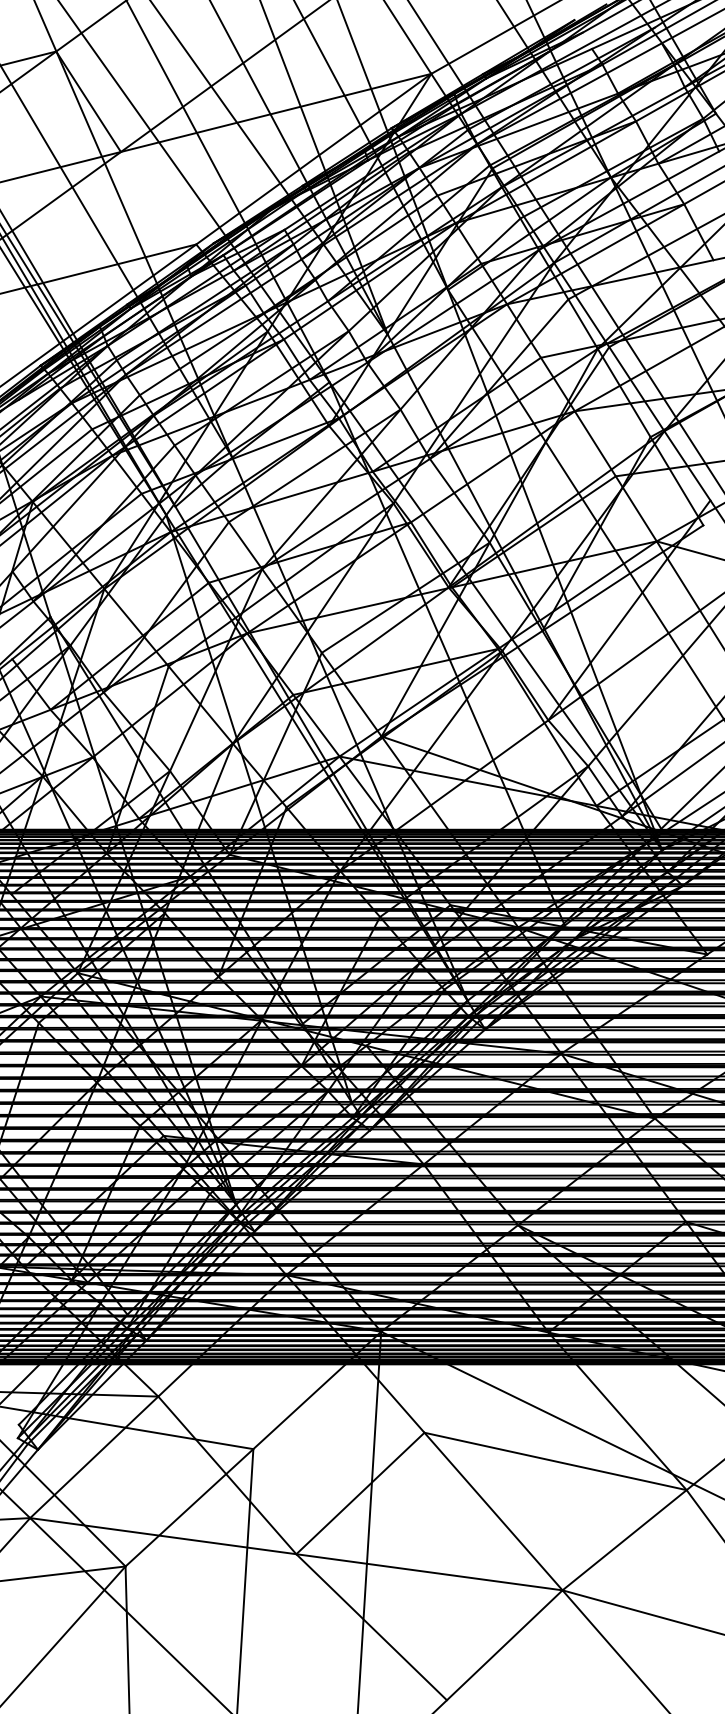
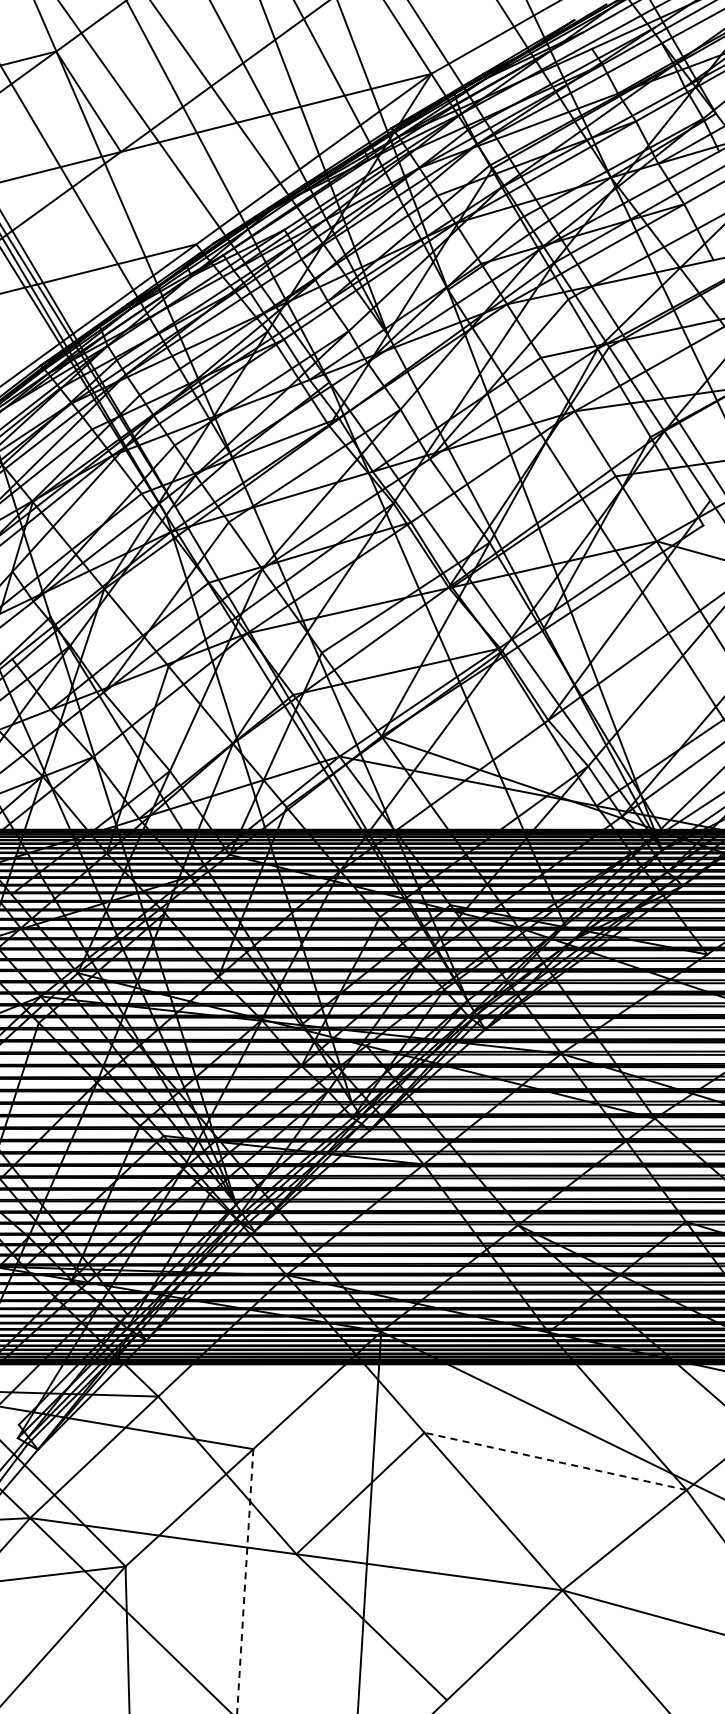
line at (555, 1461): solid -> dashed
line at (245, 1581): solid -> dashed
